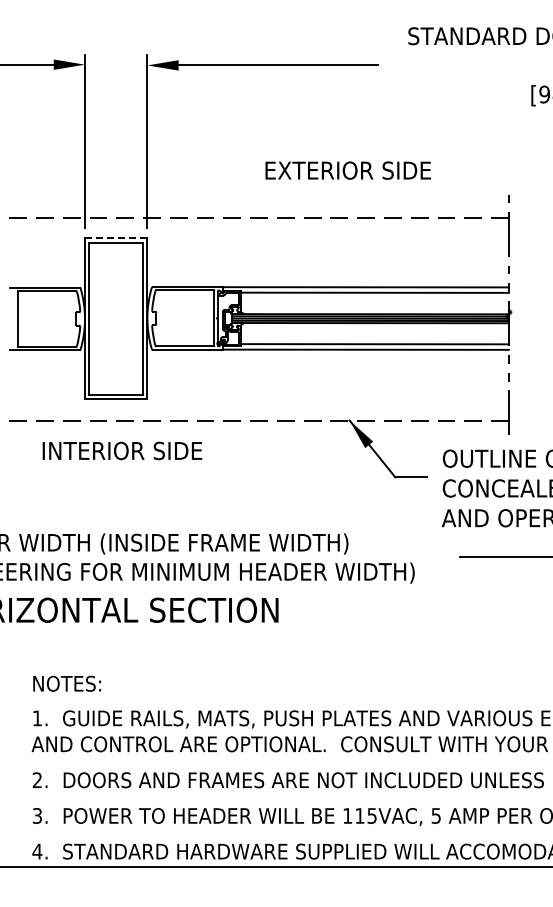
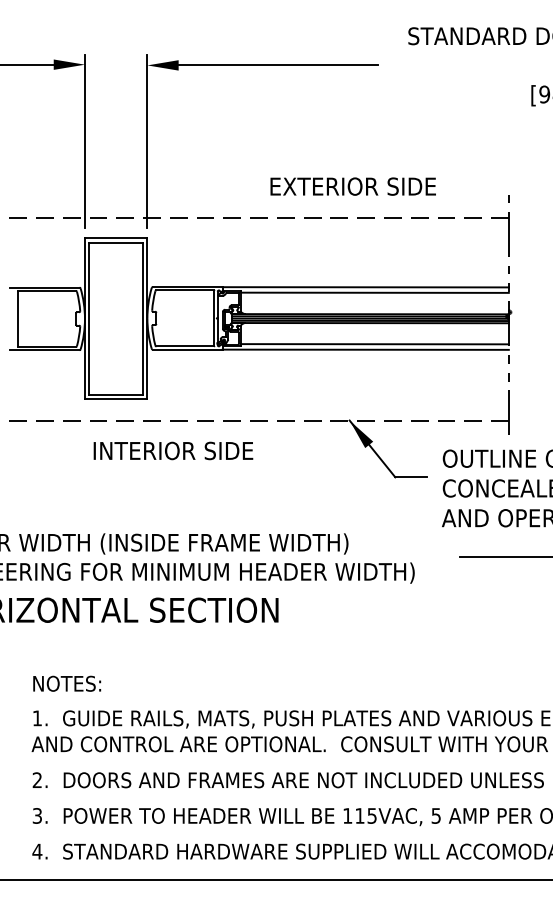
text at (347, 170) position: (347, 170) -> (352, 186)
line at (116, 238): dashed -> solid
text at (122, 450) position: (122, 450) -> (173, 450)
line at (275, 866) position: (275, 866) -> (275, 879)
